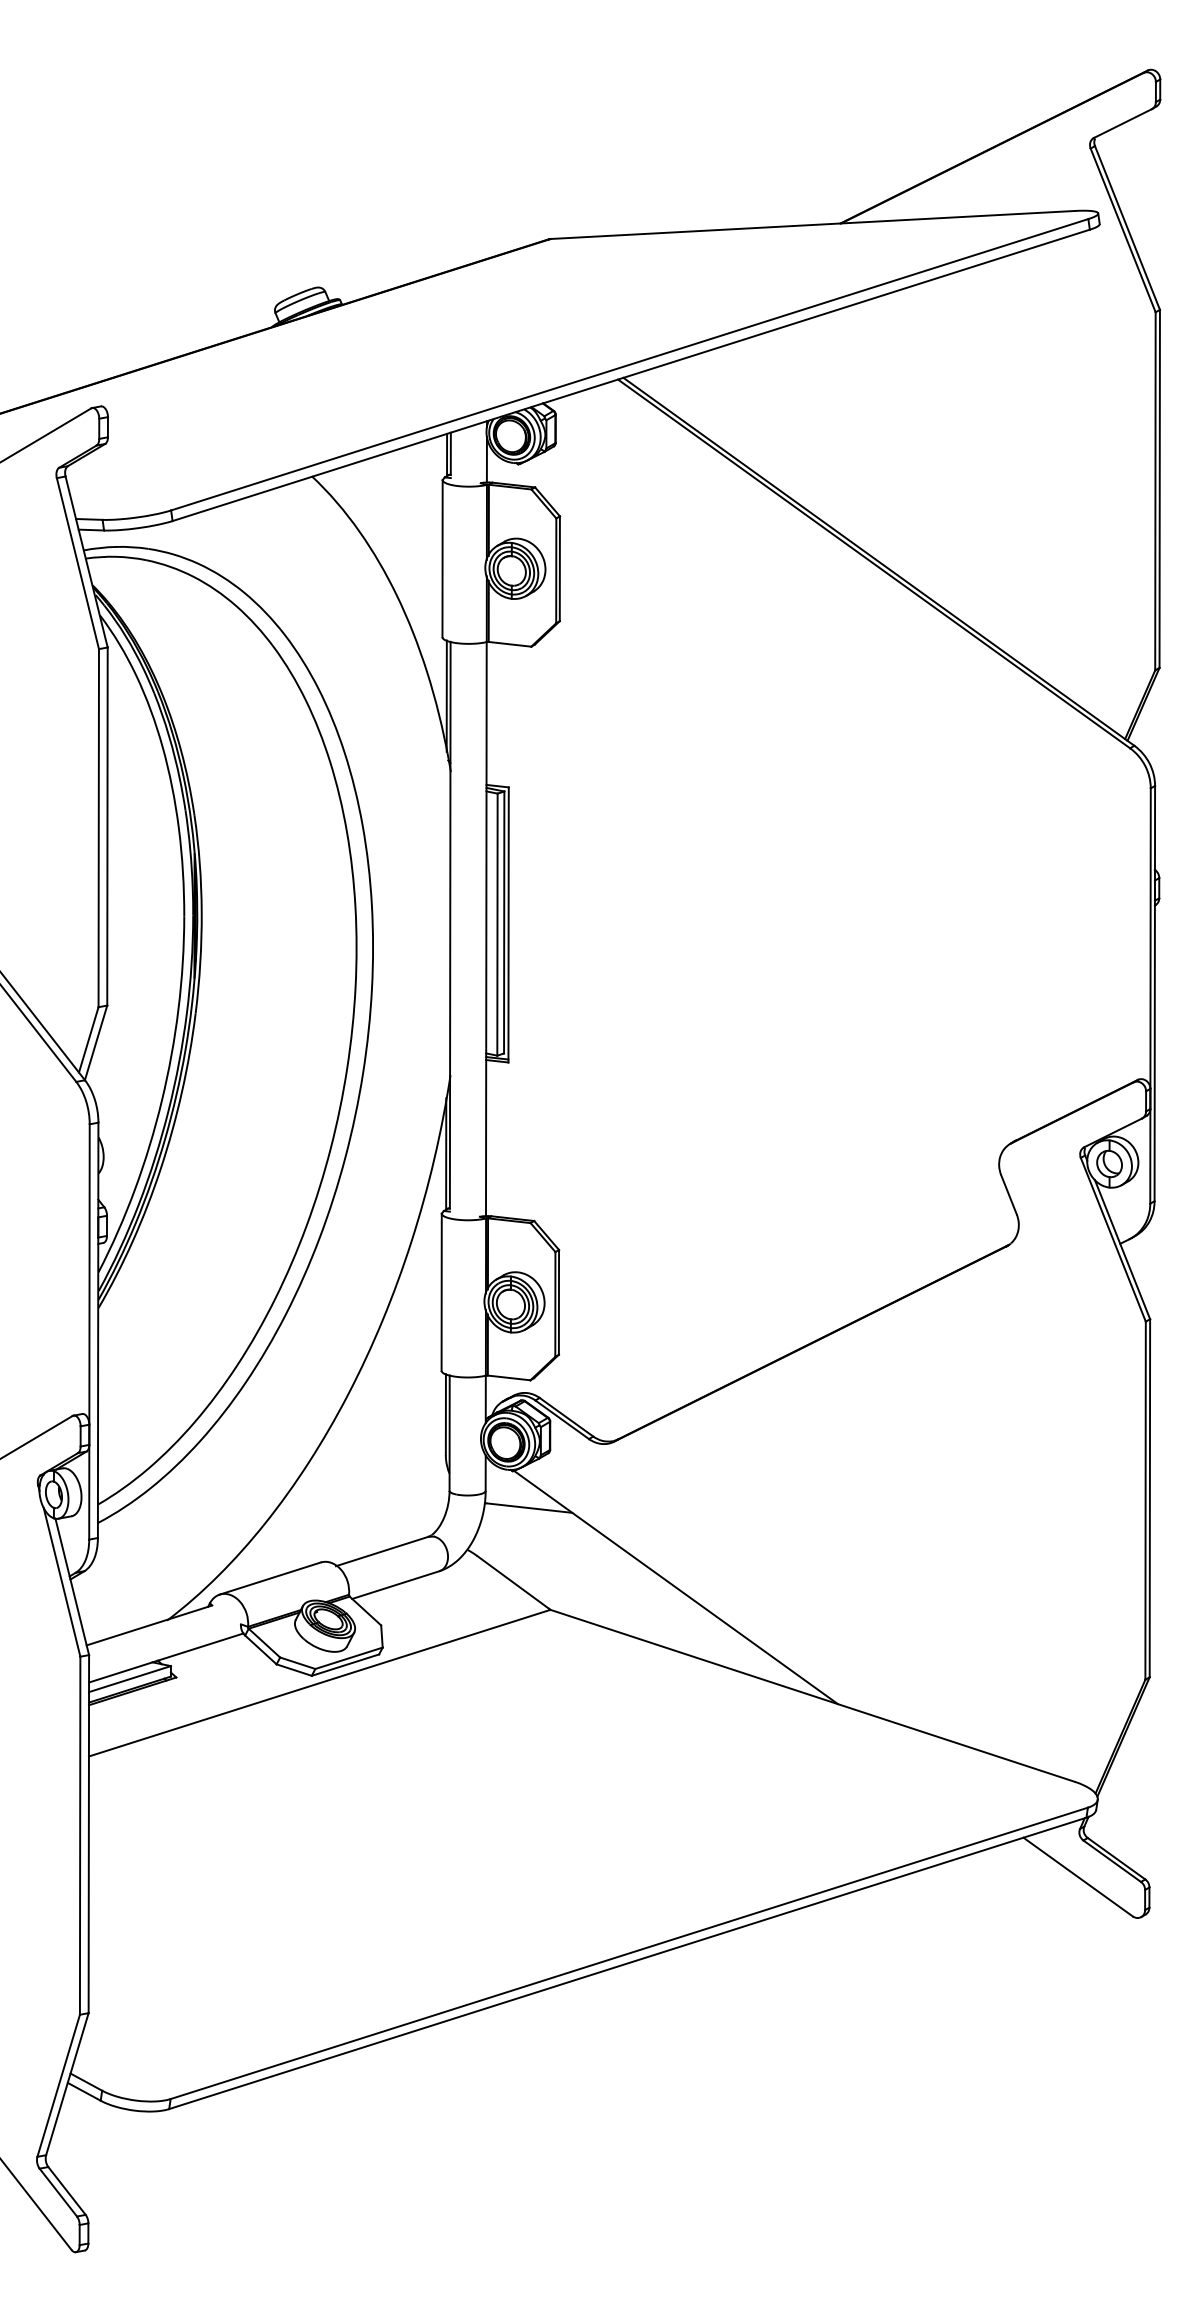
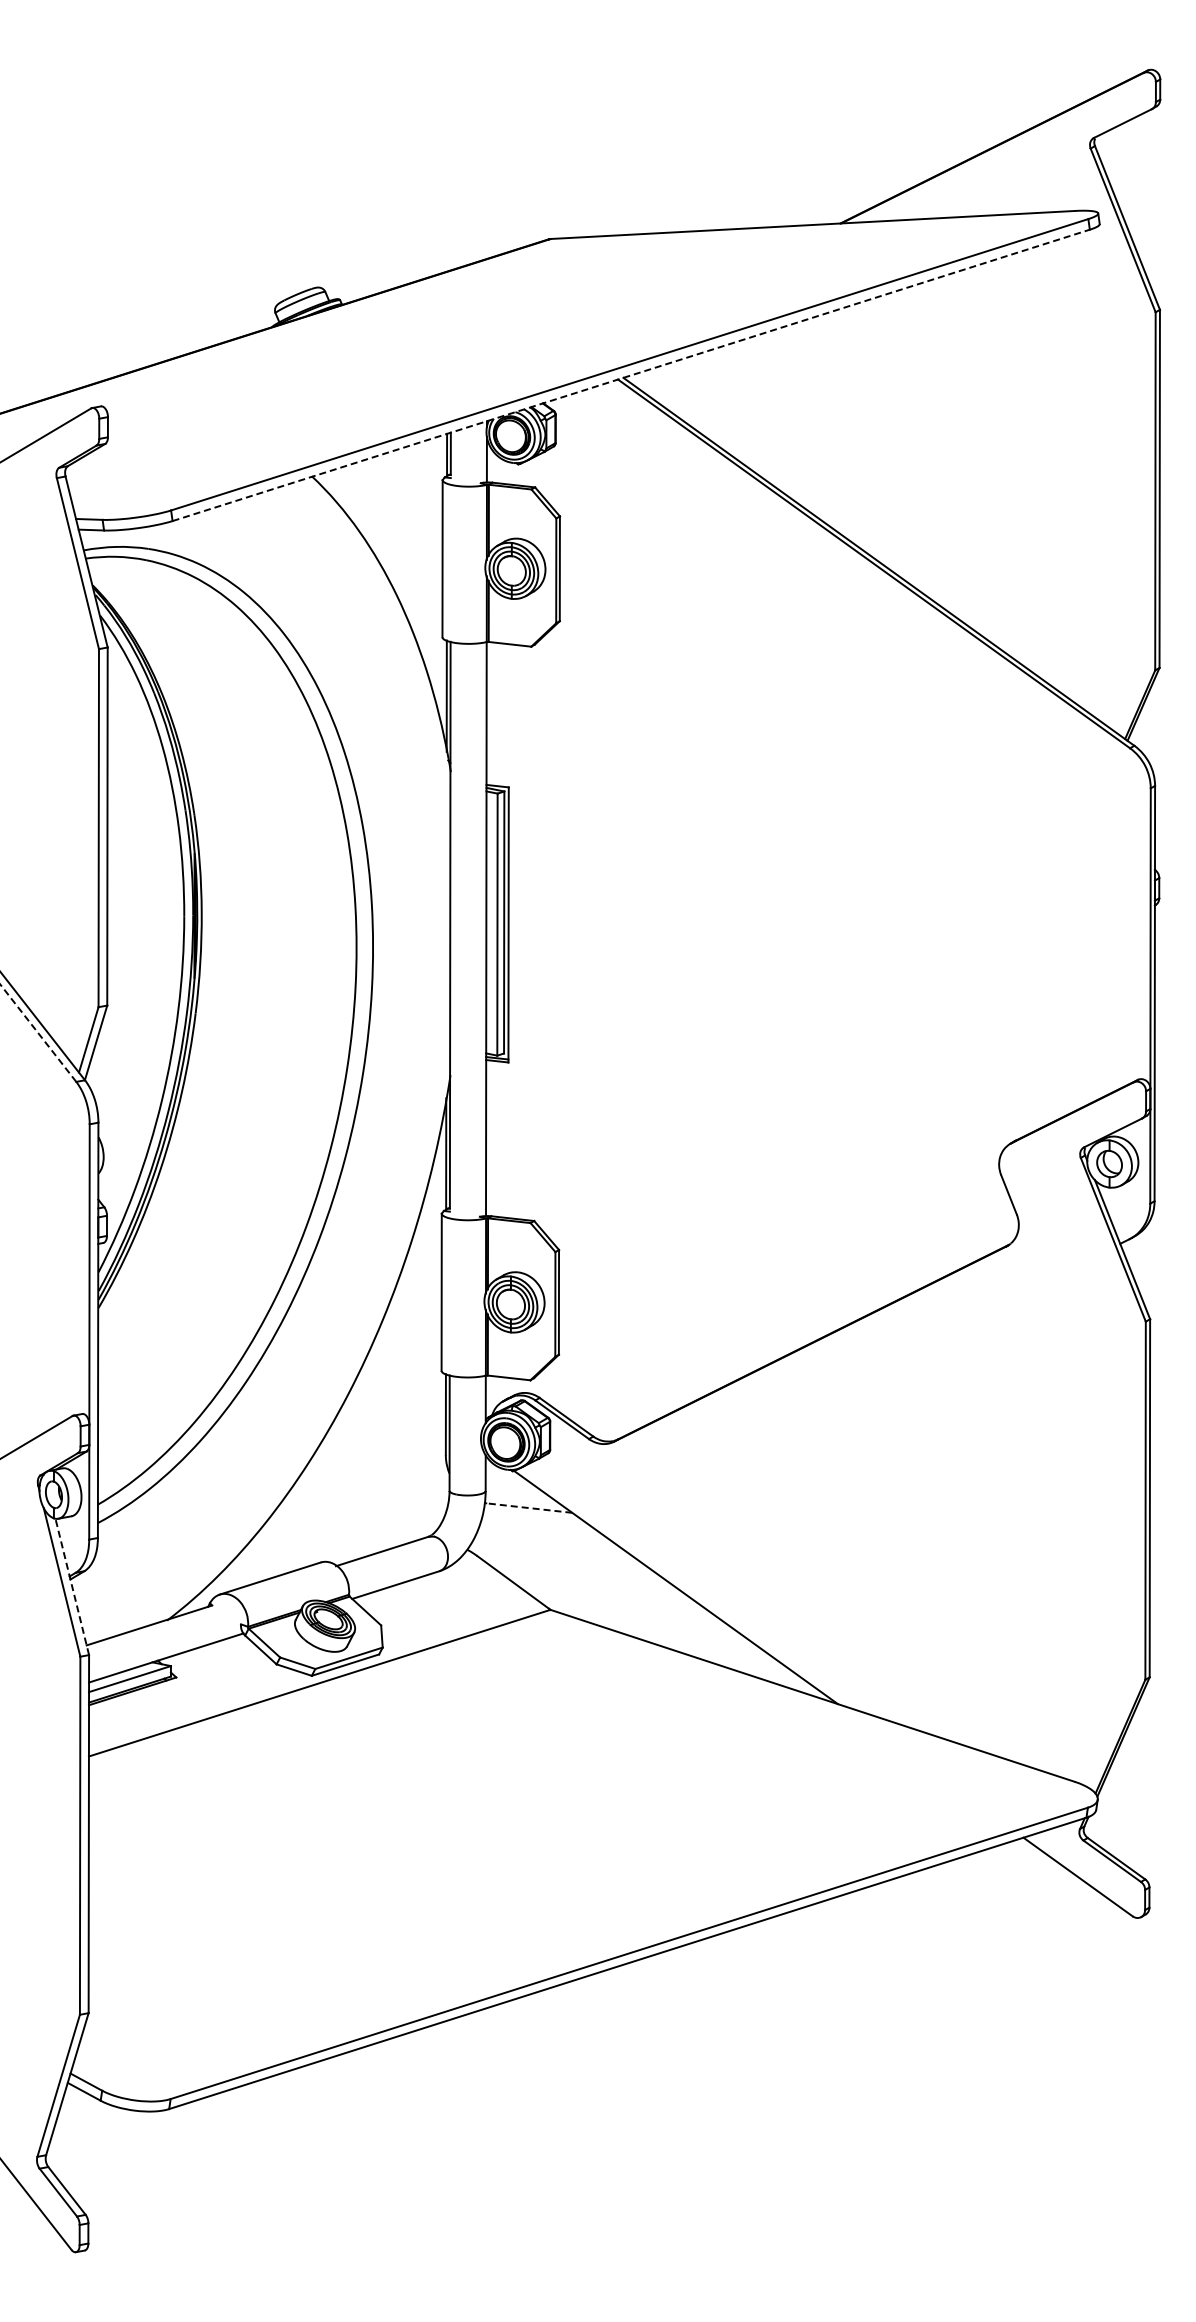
line at (631, 375): solid -> dashed
line at (38, 1033): solid -> dashed
line at (529, 1508): solid -> dashed
line at (72, 1586): solid -> dashed
